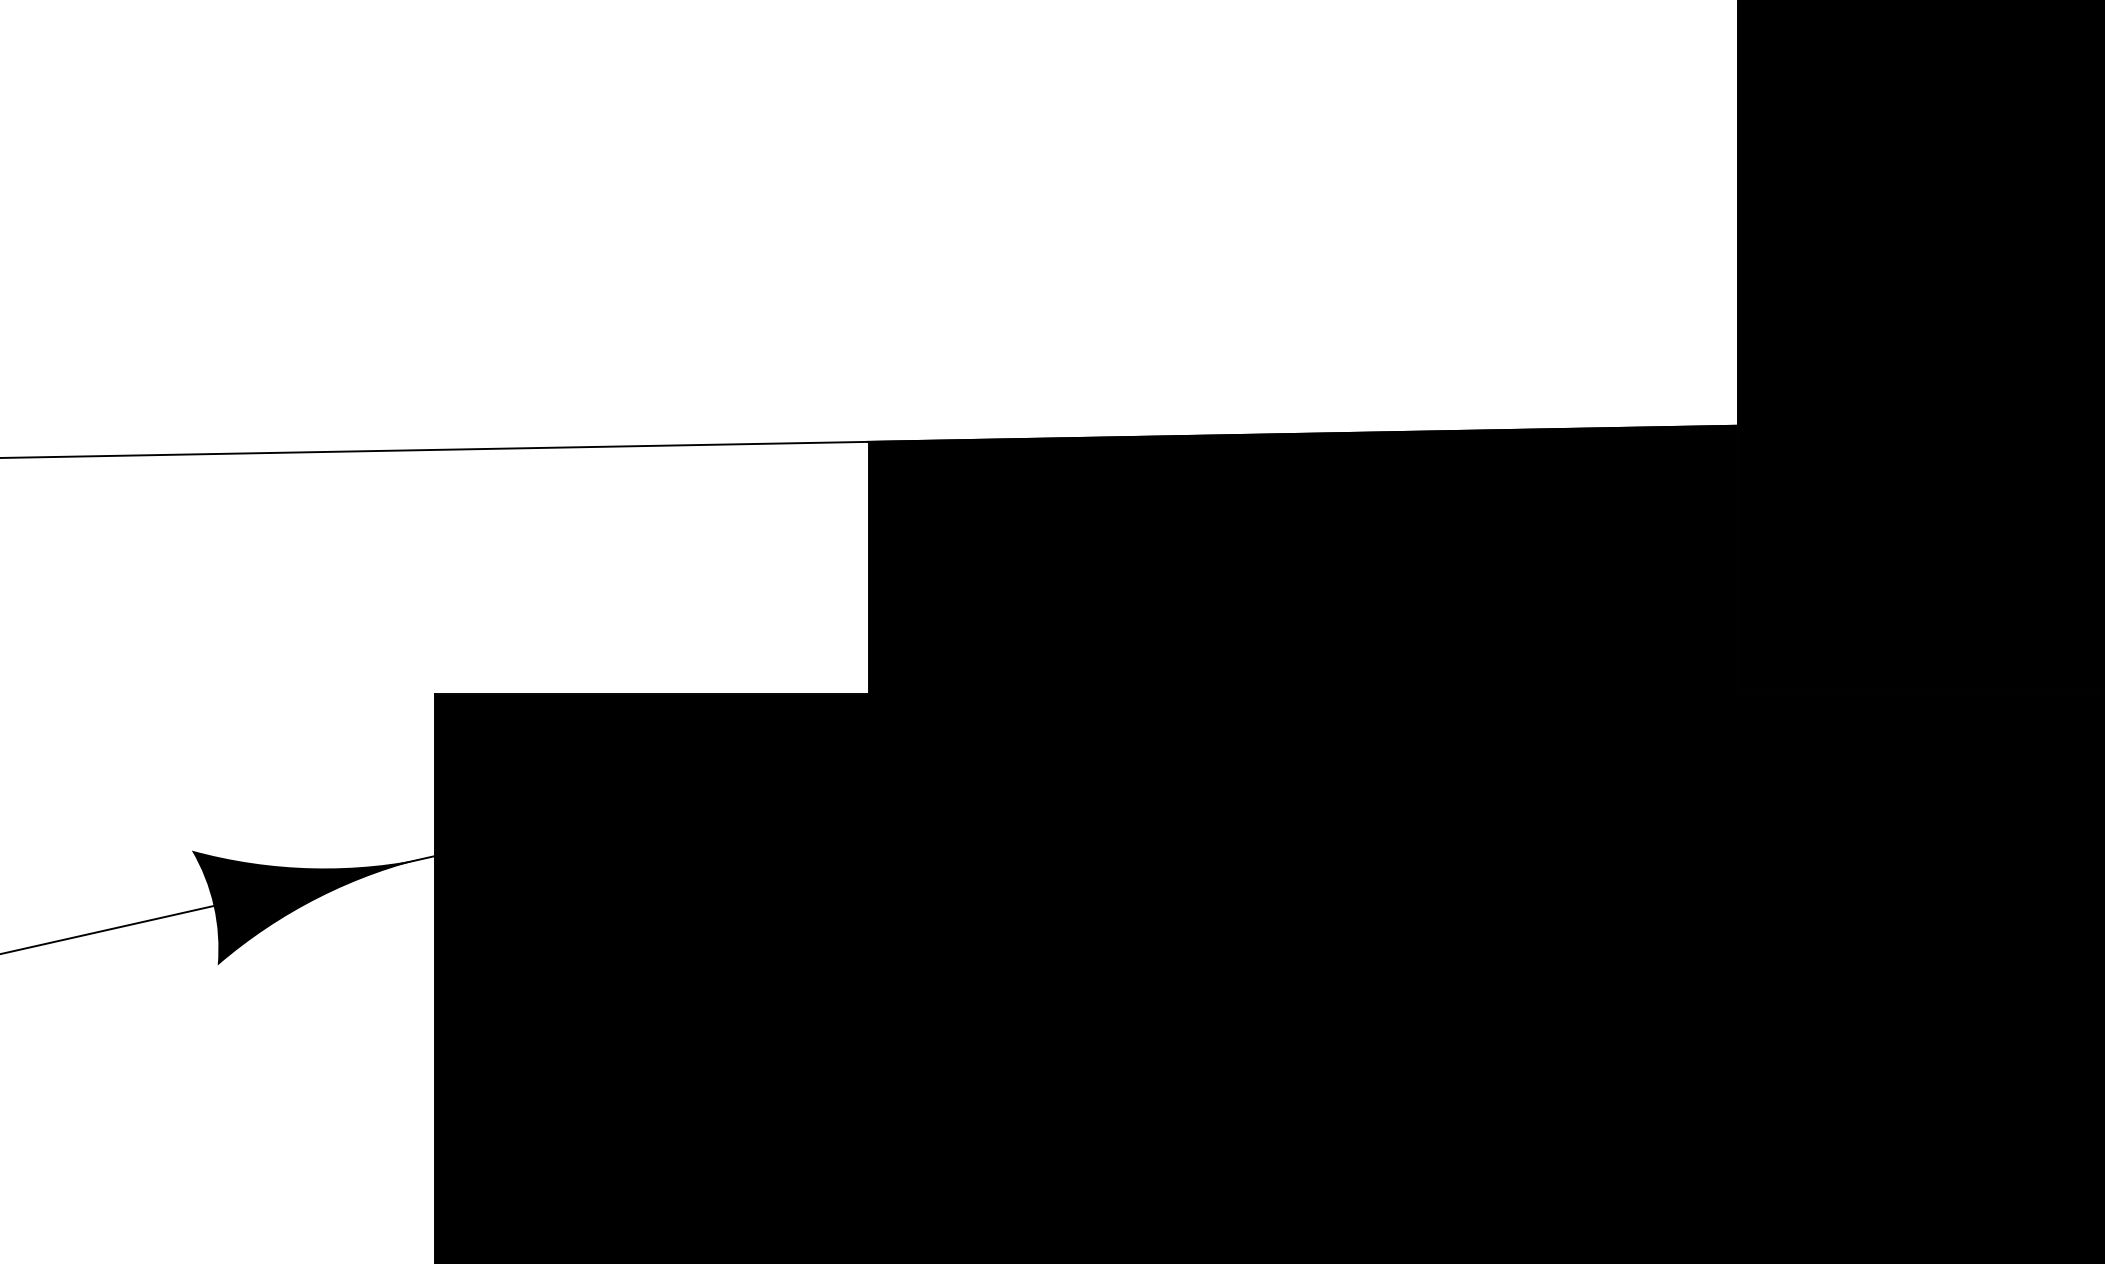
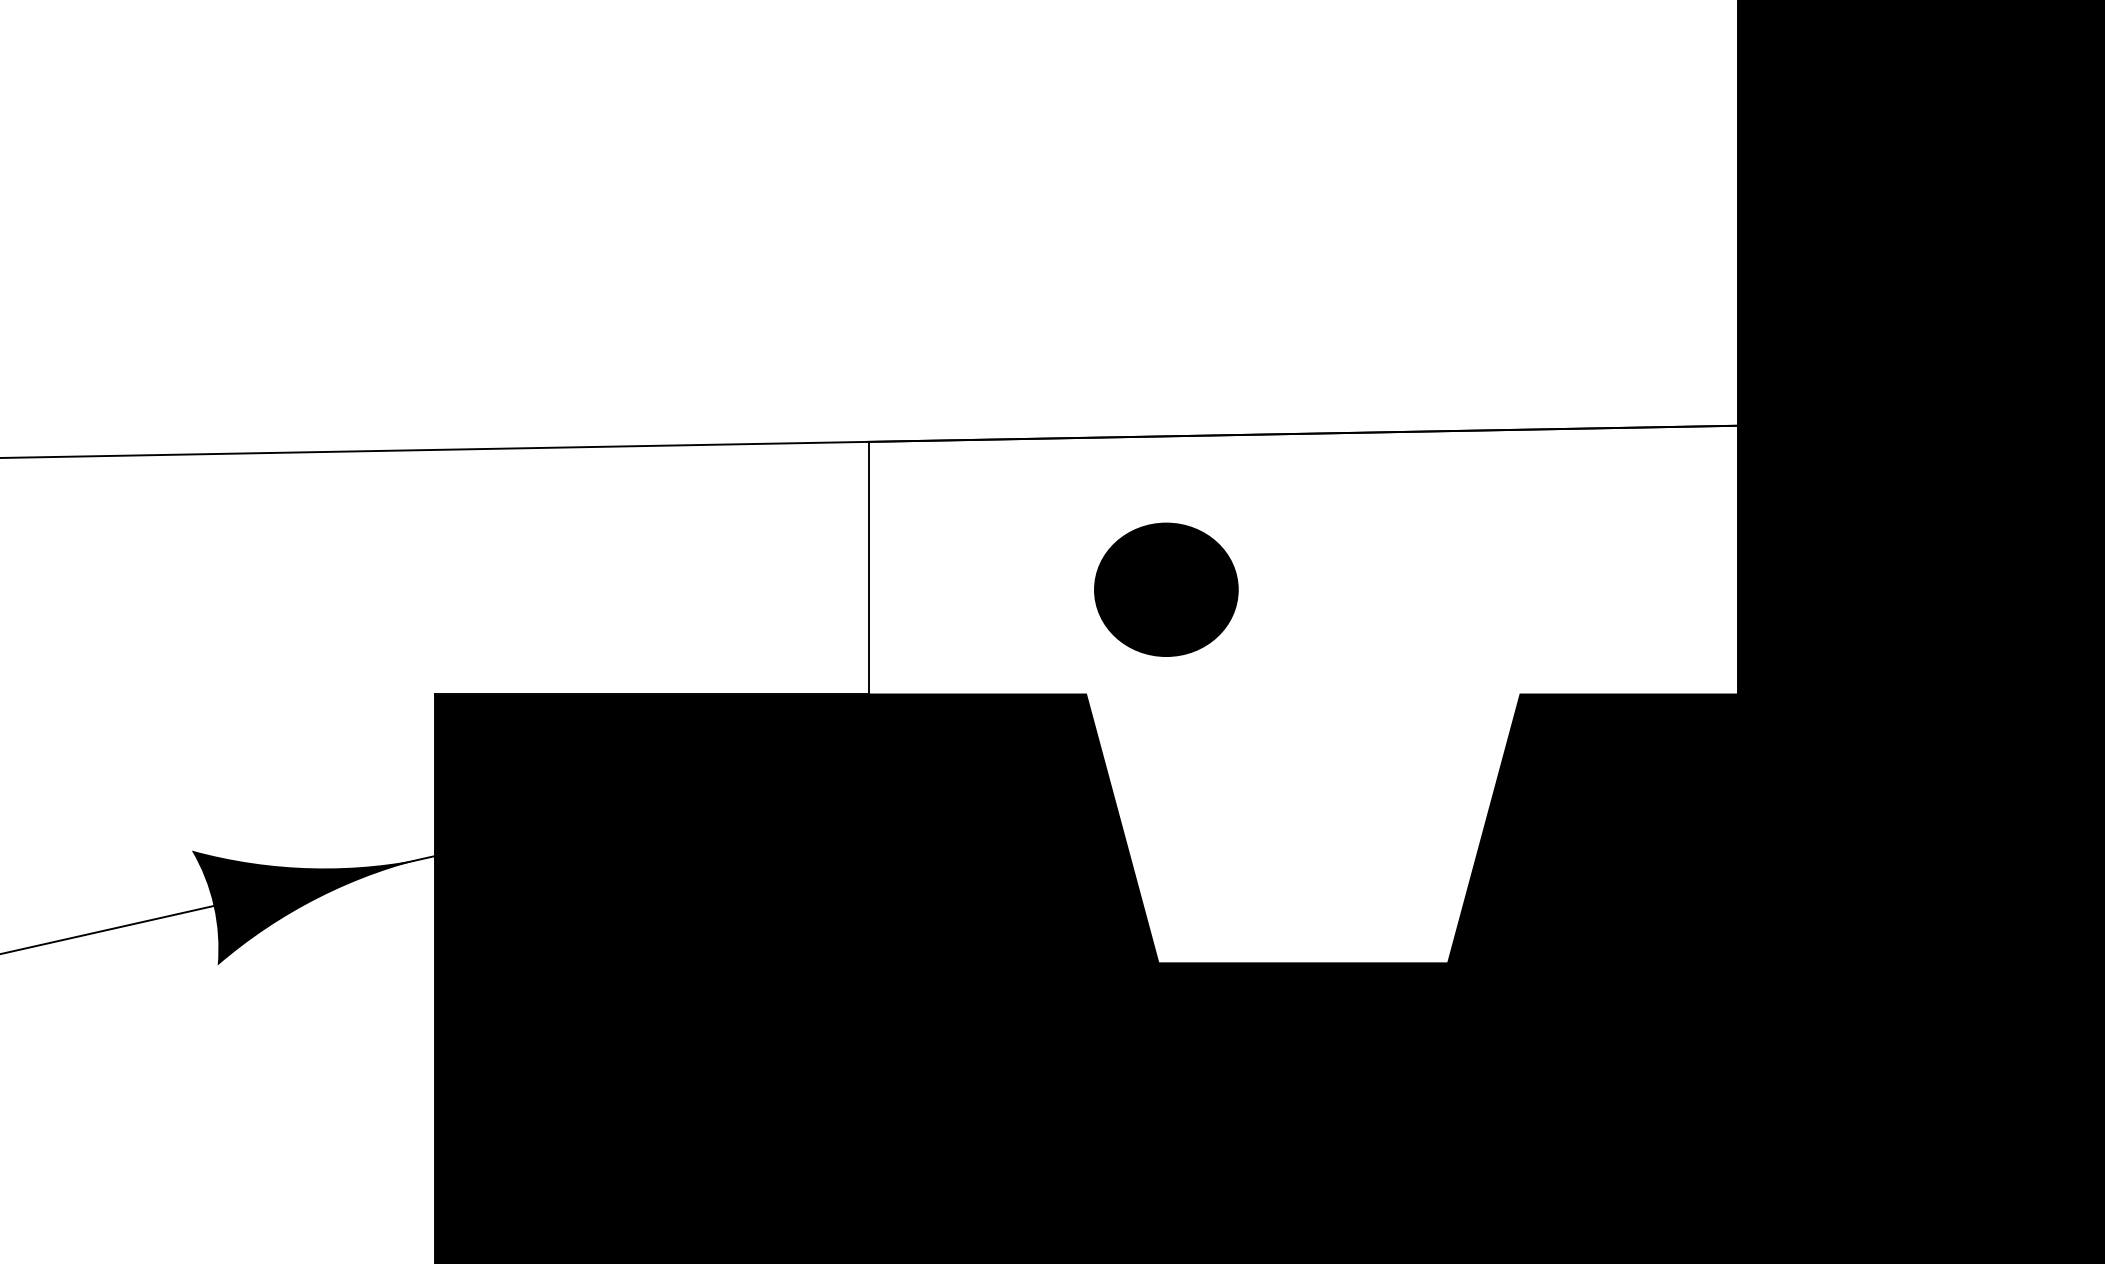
fill at (1303, 694): present -> none
